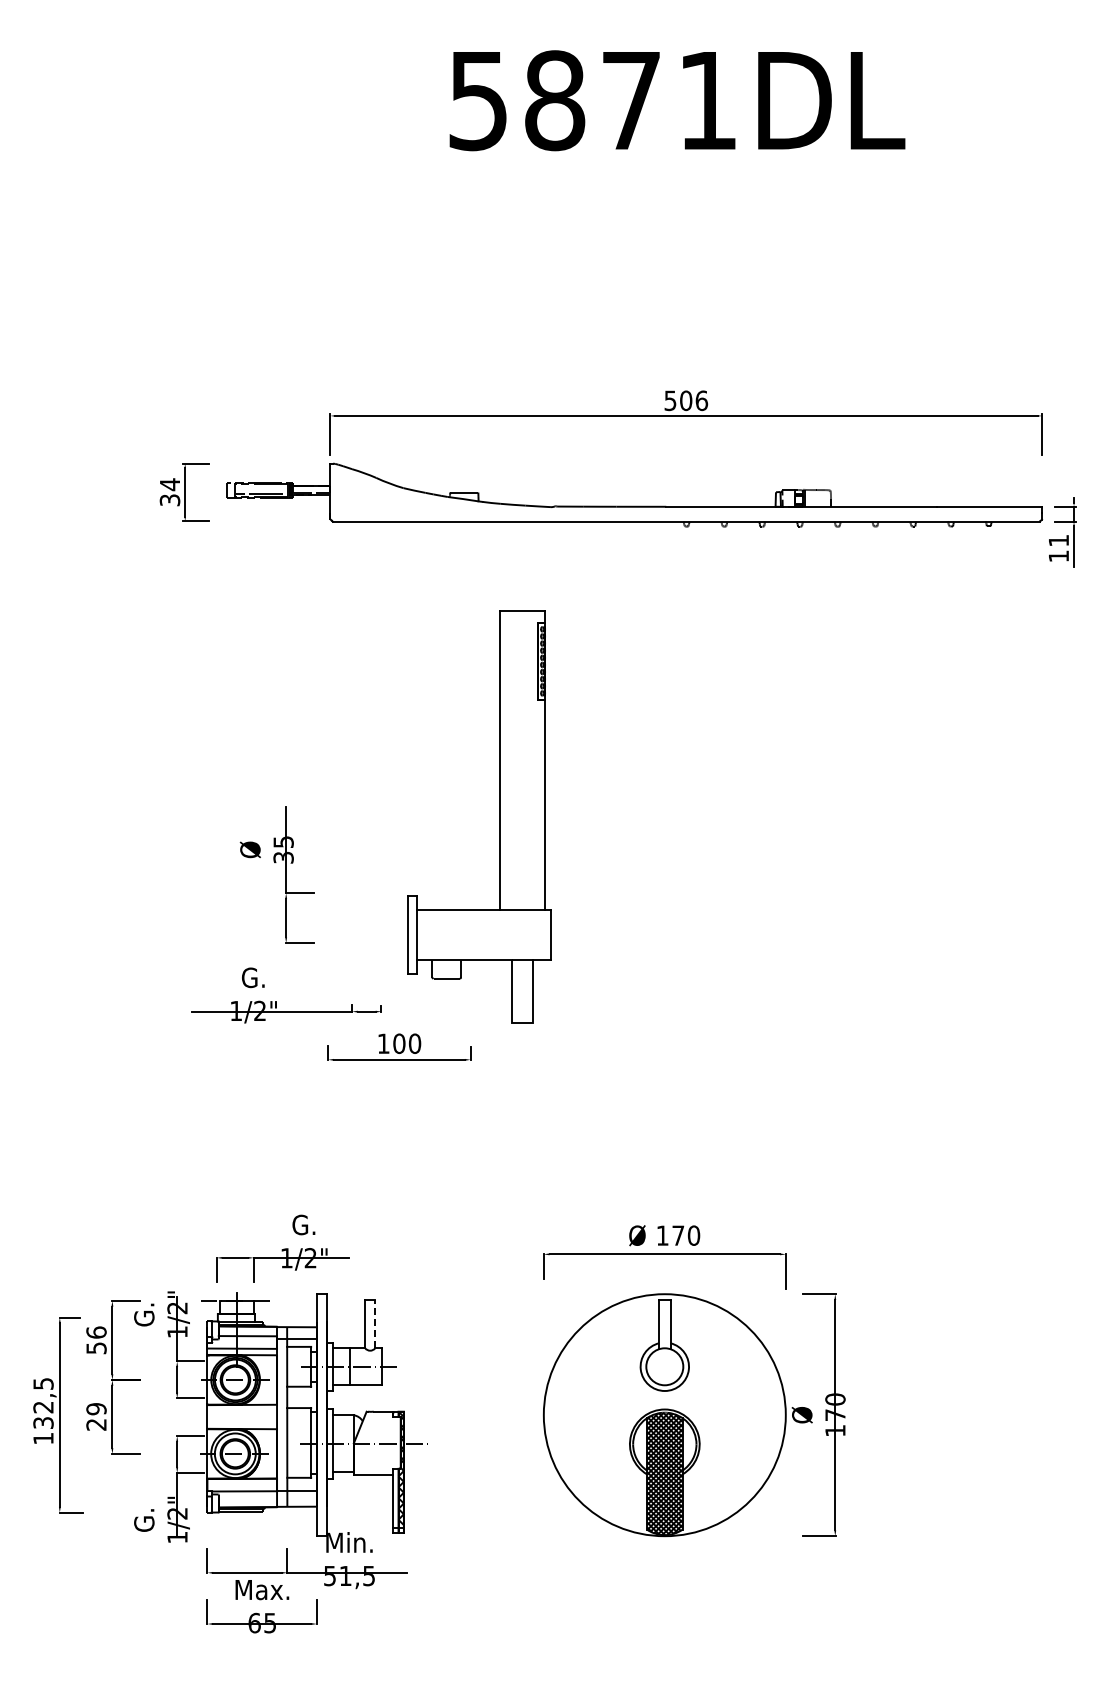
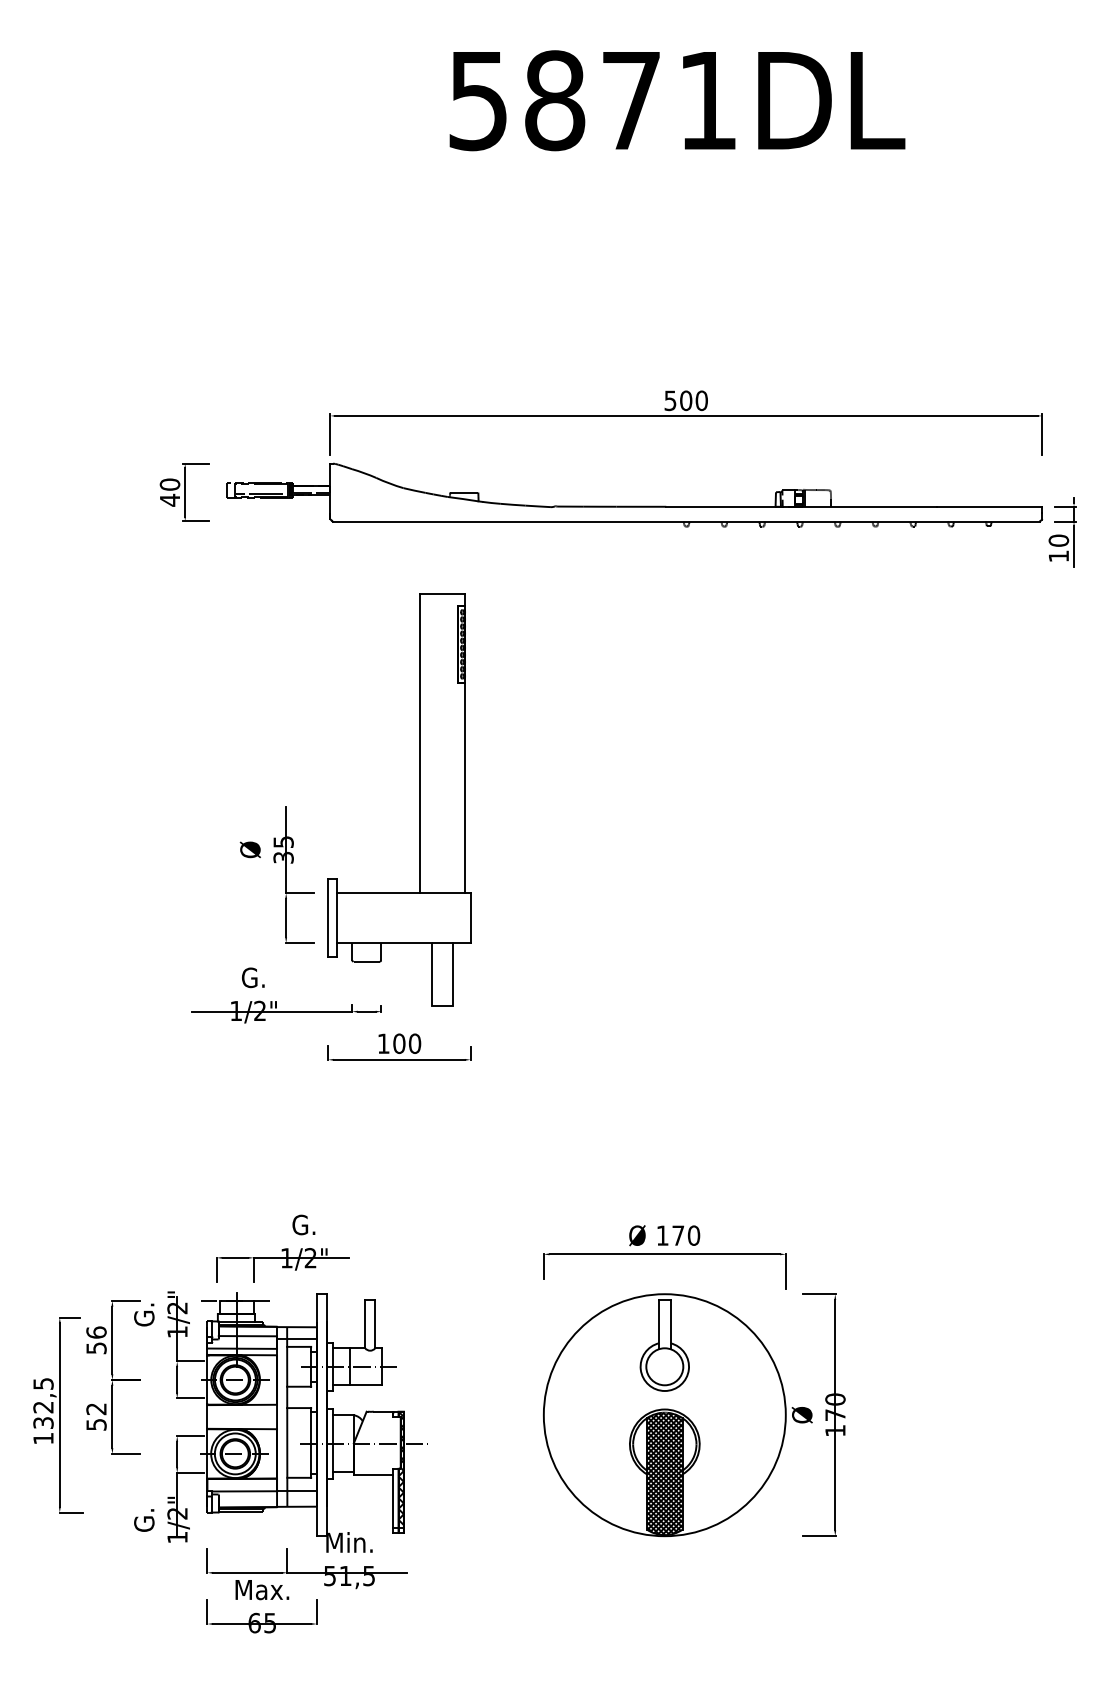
text at (701, 400): 506 -> 500
text at (169, 492): 34 -> 40
text at (1058, 540): 11 -> 10
part at (499, 816) position: (499, 816) -> (419, 799)
line at (375, 1323): dashed -> solid
text at (96, 1416): 29 -> 52
